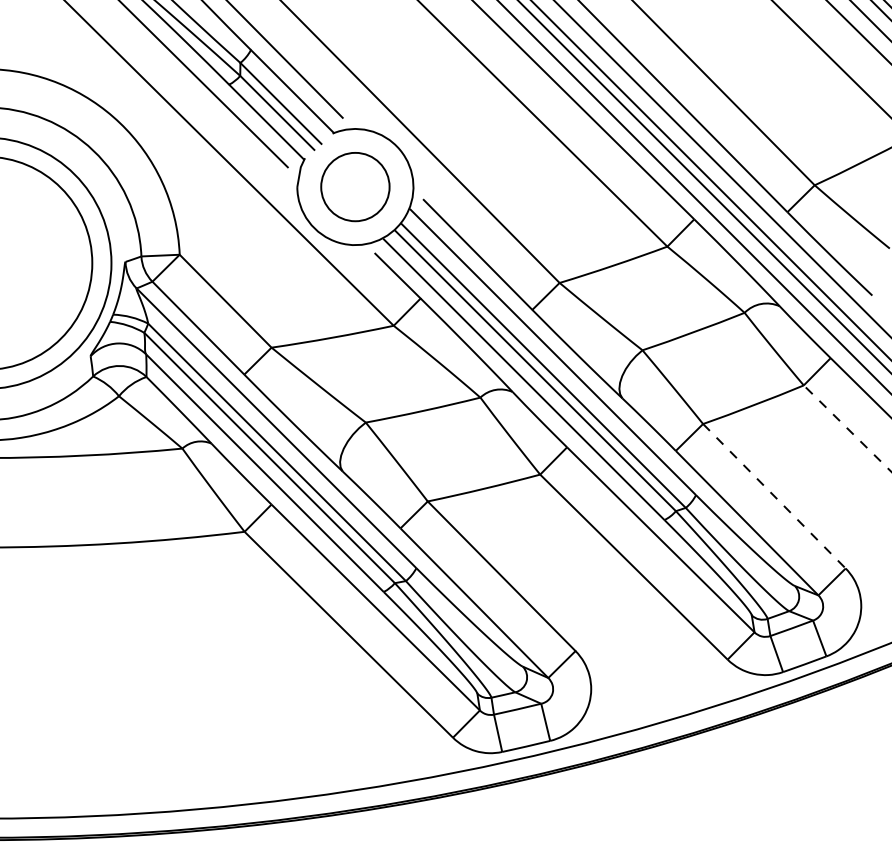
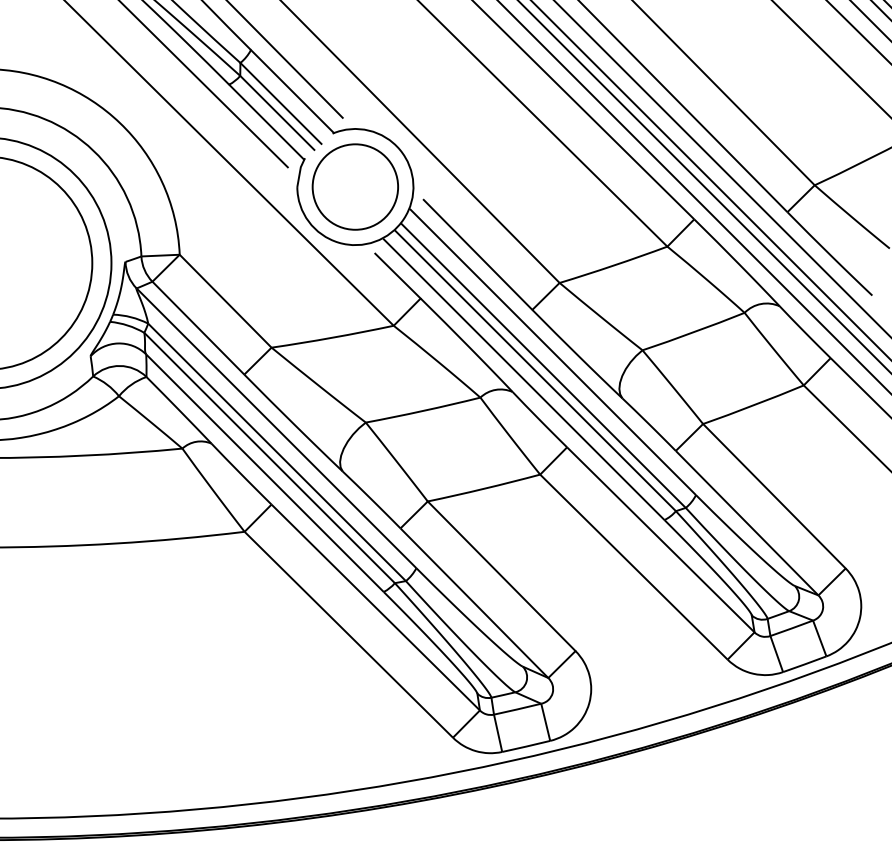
circle at (355, 186) diameter: 68 px -> 85 px
line at (847, 428): dashed -> solid
line at (774, 496): dashed -> solid
